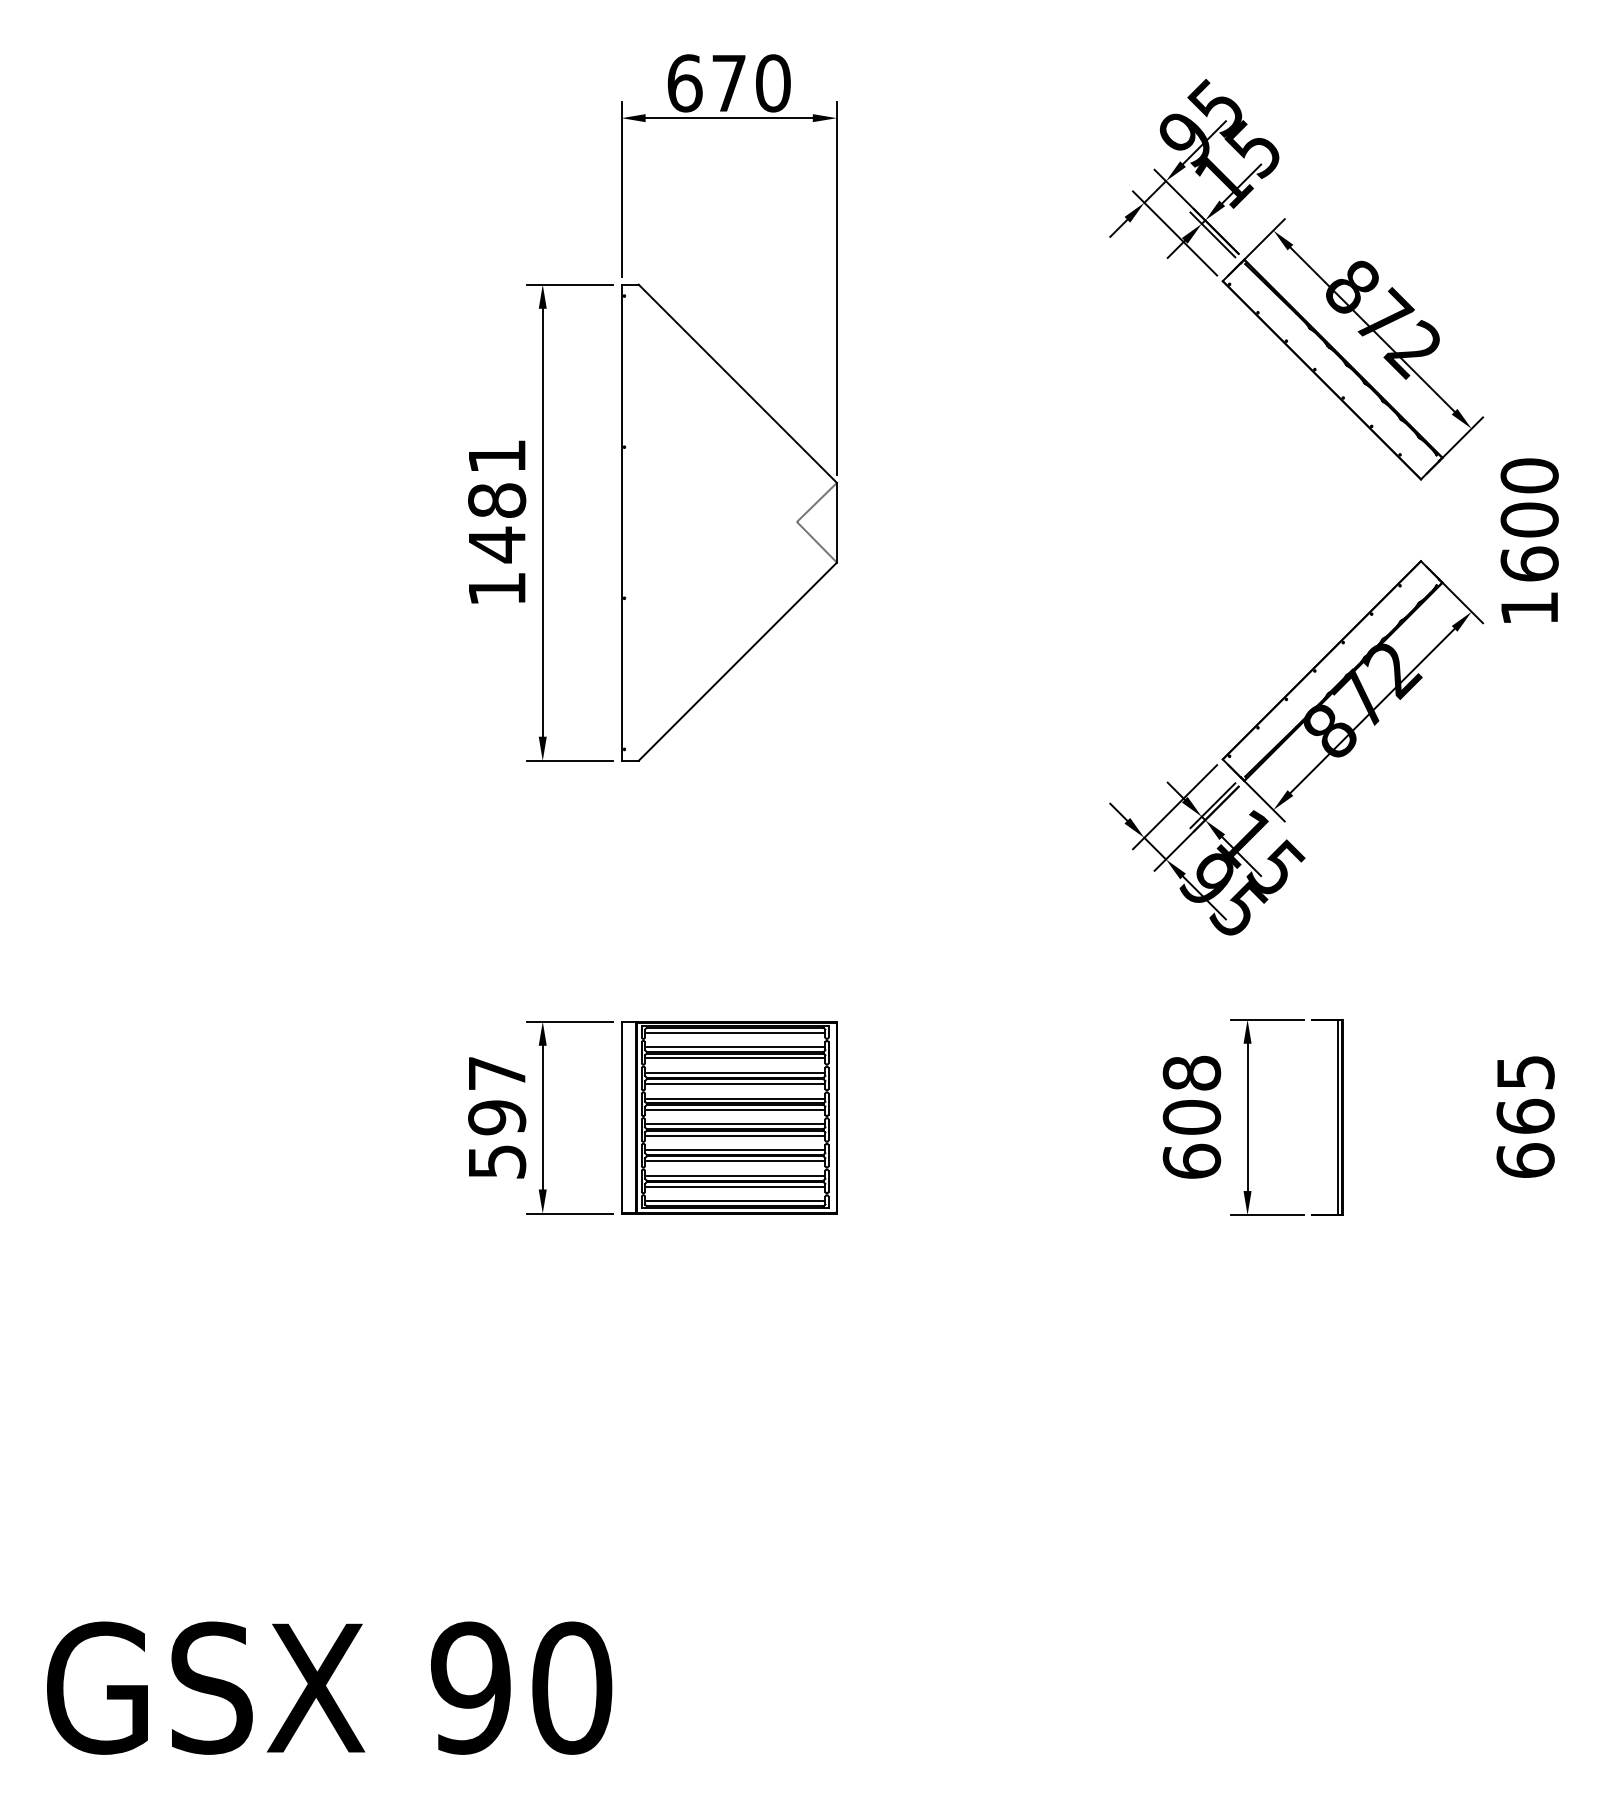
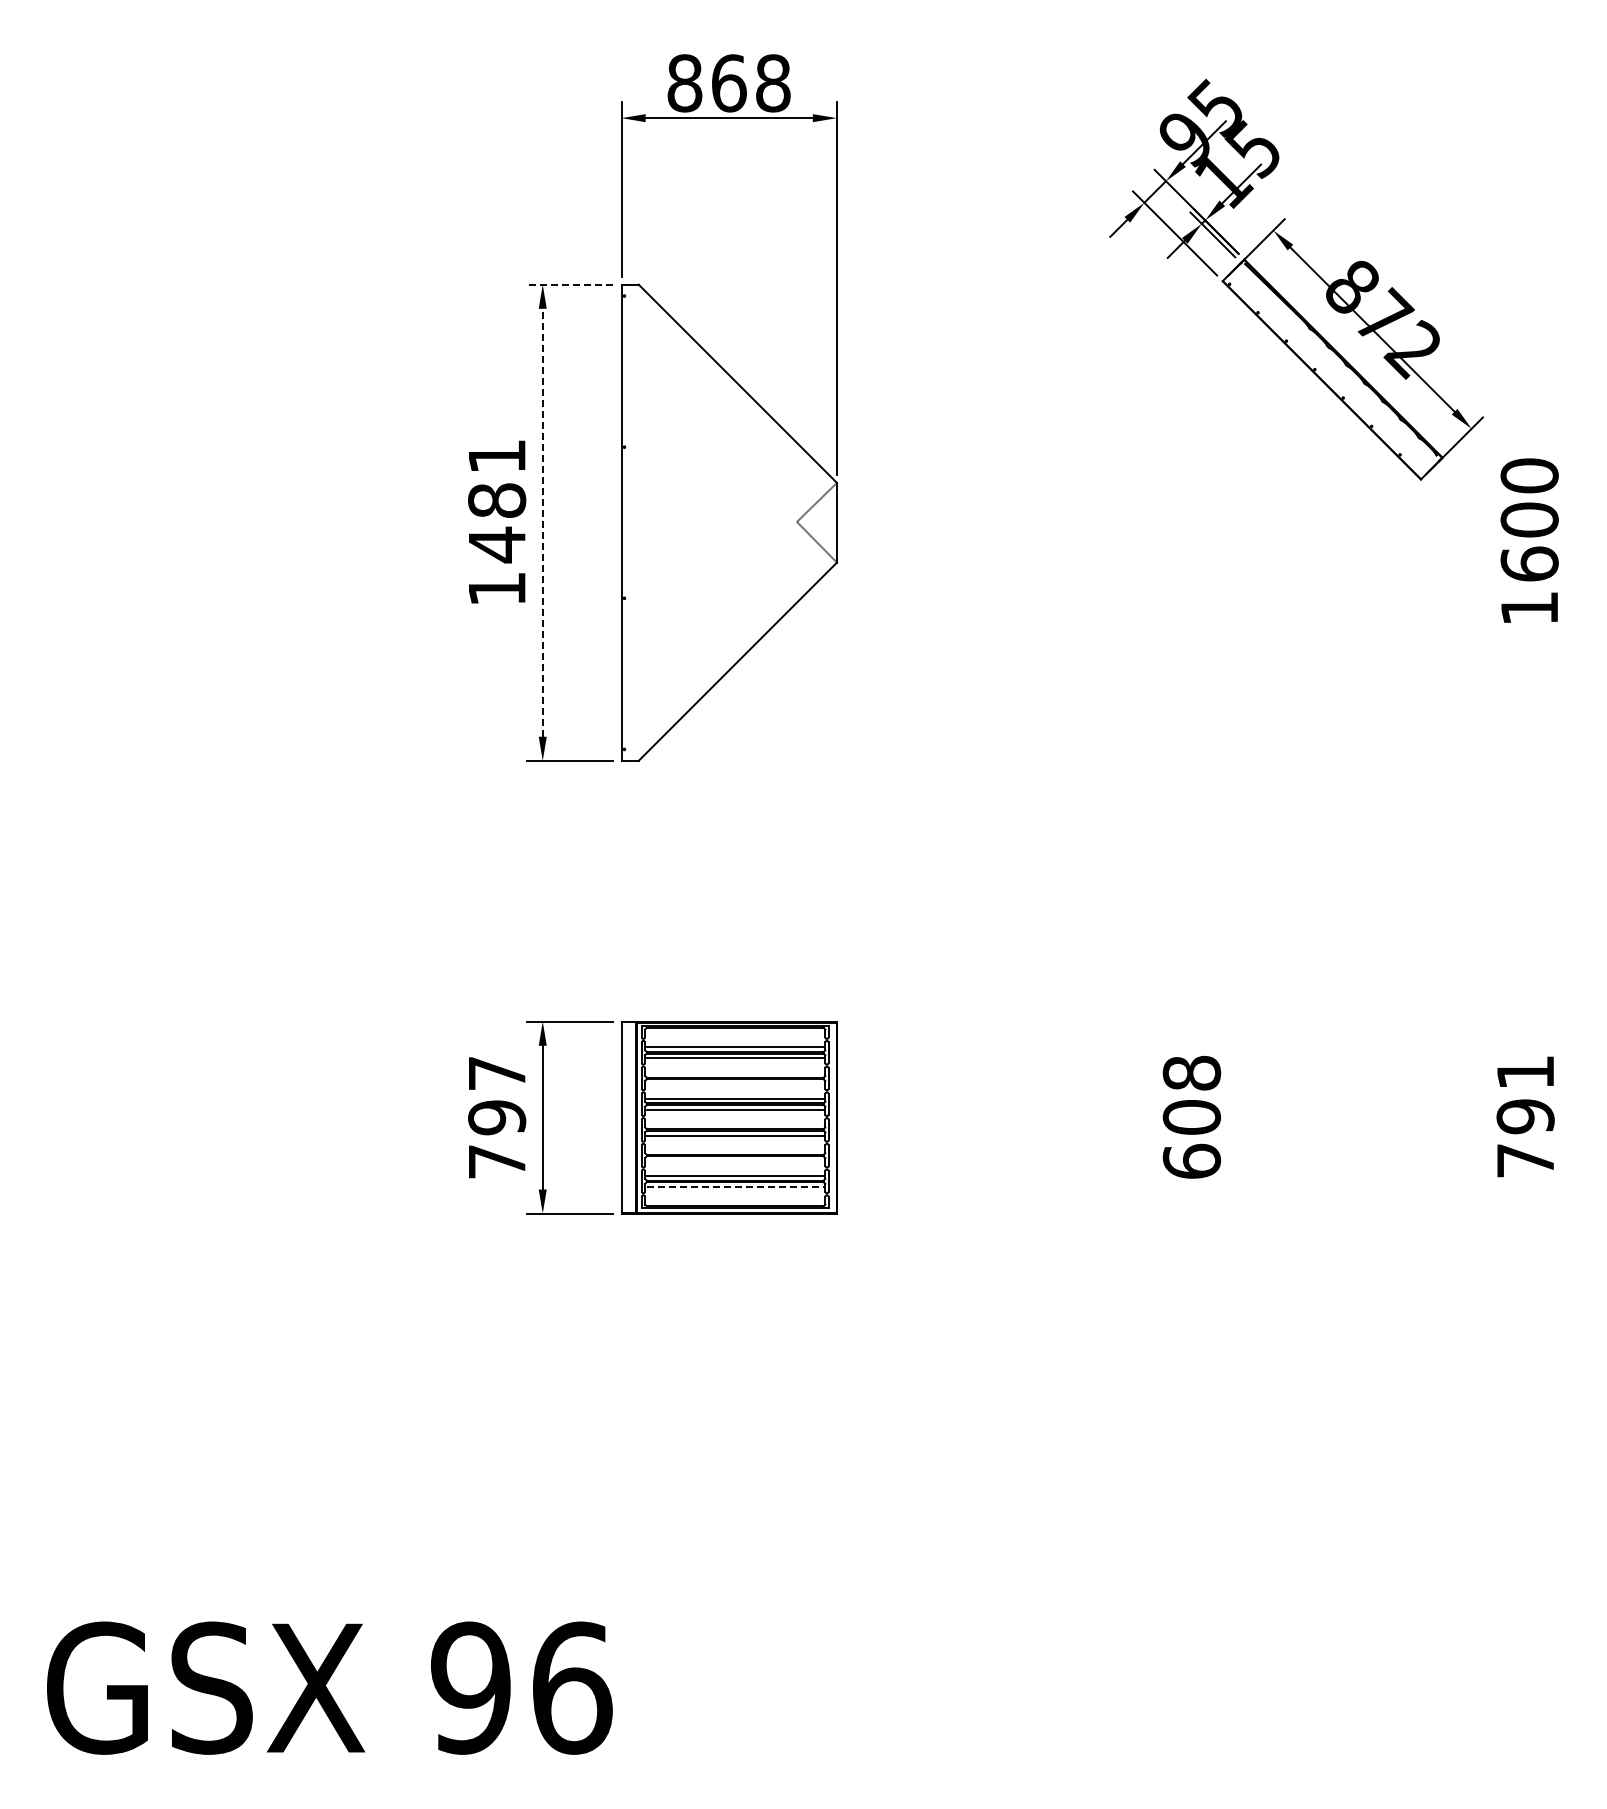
text at (728, 83): 670 -> 868
line at (569, 284): solid -> dashed
line at (542, 522): solid -> dashed
part at (1296, 747): present -> none
line at (734, 1032): present -> none
line at (734, 1072): present -> none
line at (734, 1084): present -> none
text at (1525, 1116): 665 -> 791
part at (1248, 1117): present -> none
line at (734, 1124): present -> none
line at (734, 1150): present -> none
text at (497, 1161): 597 -> 797
line at (734, 1161): present -> none
line at (735, 1187): solid -> dashed
line at (734, 1201): present -> none
text at (572, 1687): 90 -> 96
